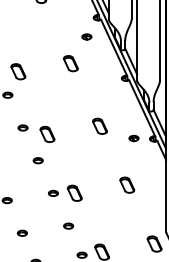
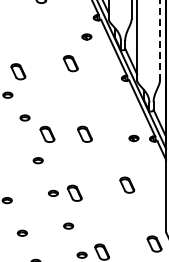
line at (159, 40): solid -> dashed
part at (99, 125) position: (99, 125) -> (84, 133)
part at (22, 127) position: (22, 127) -> (24, 117)
